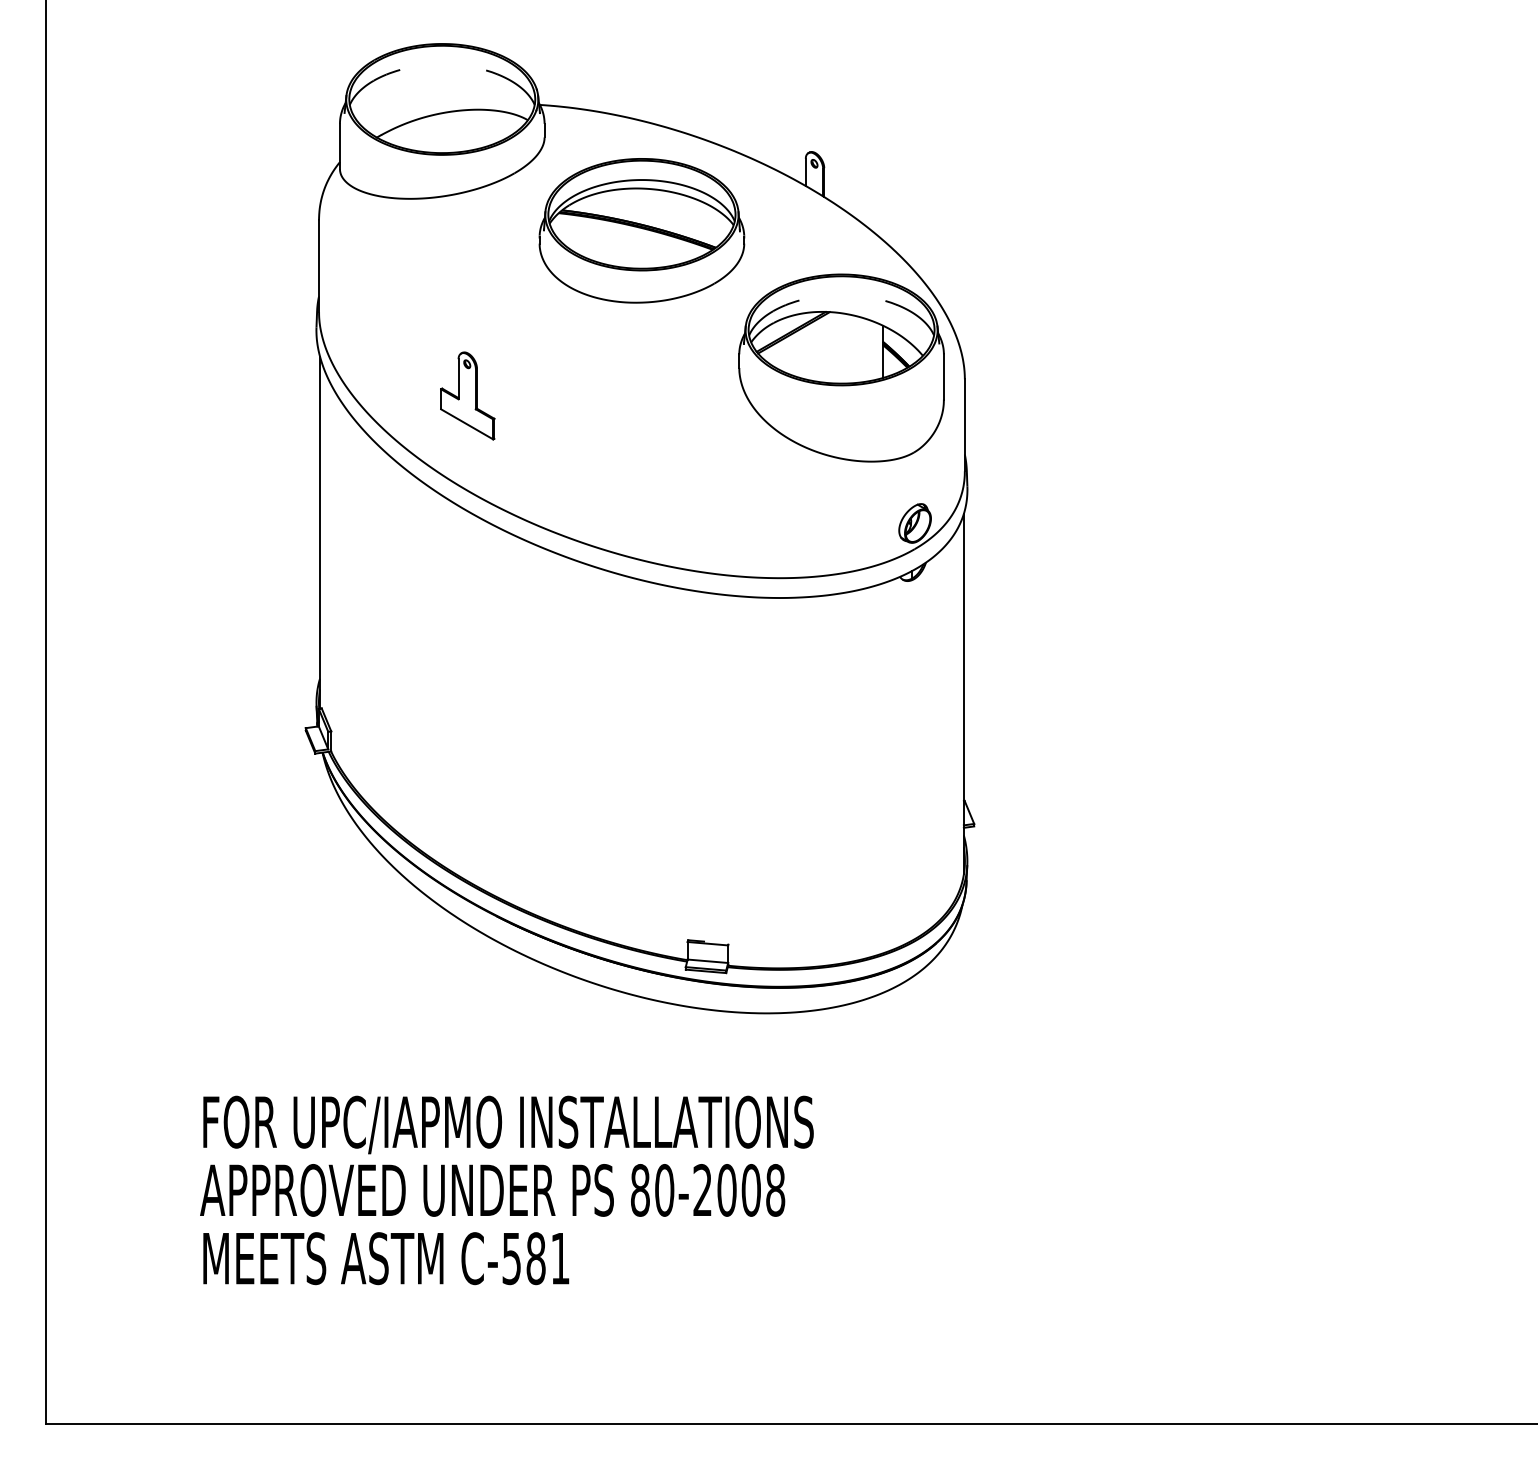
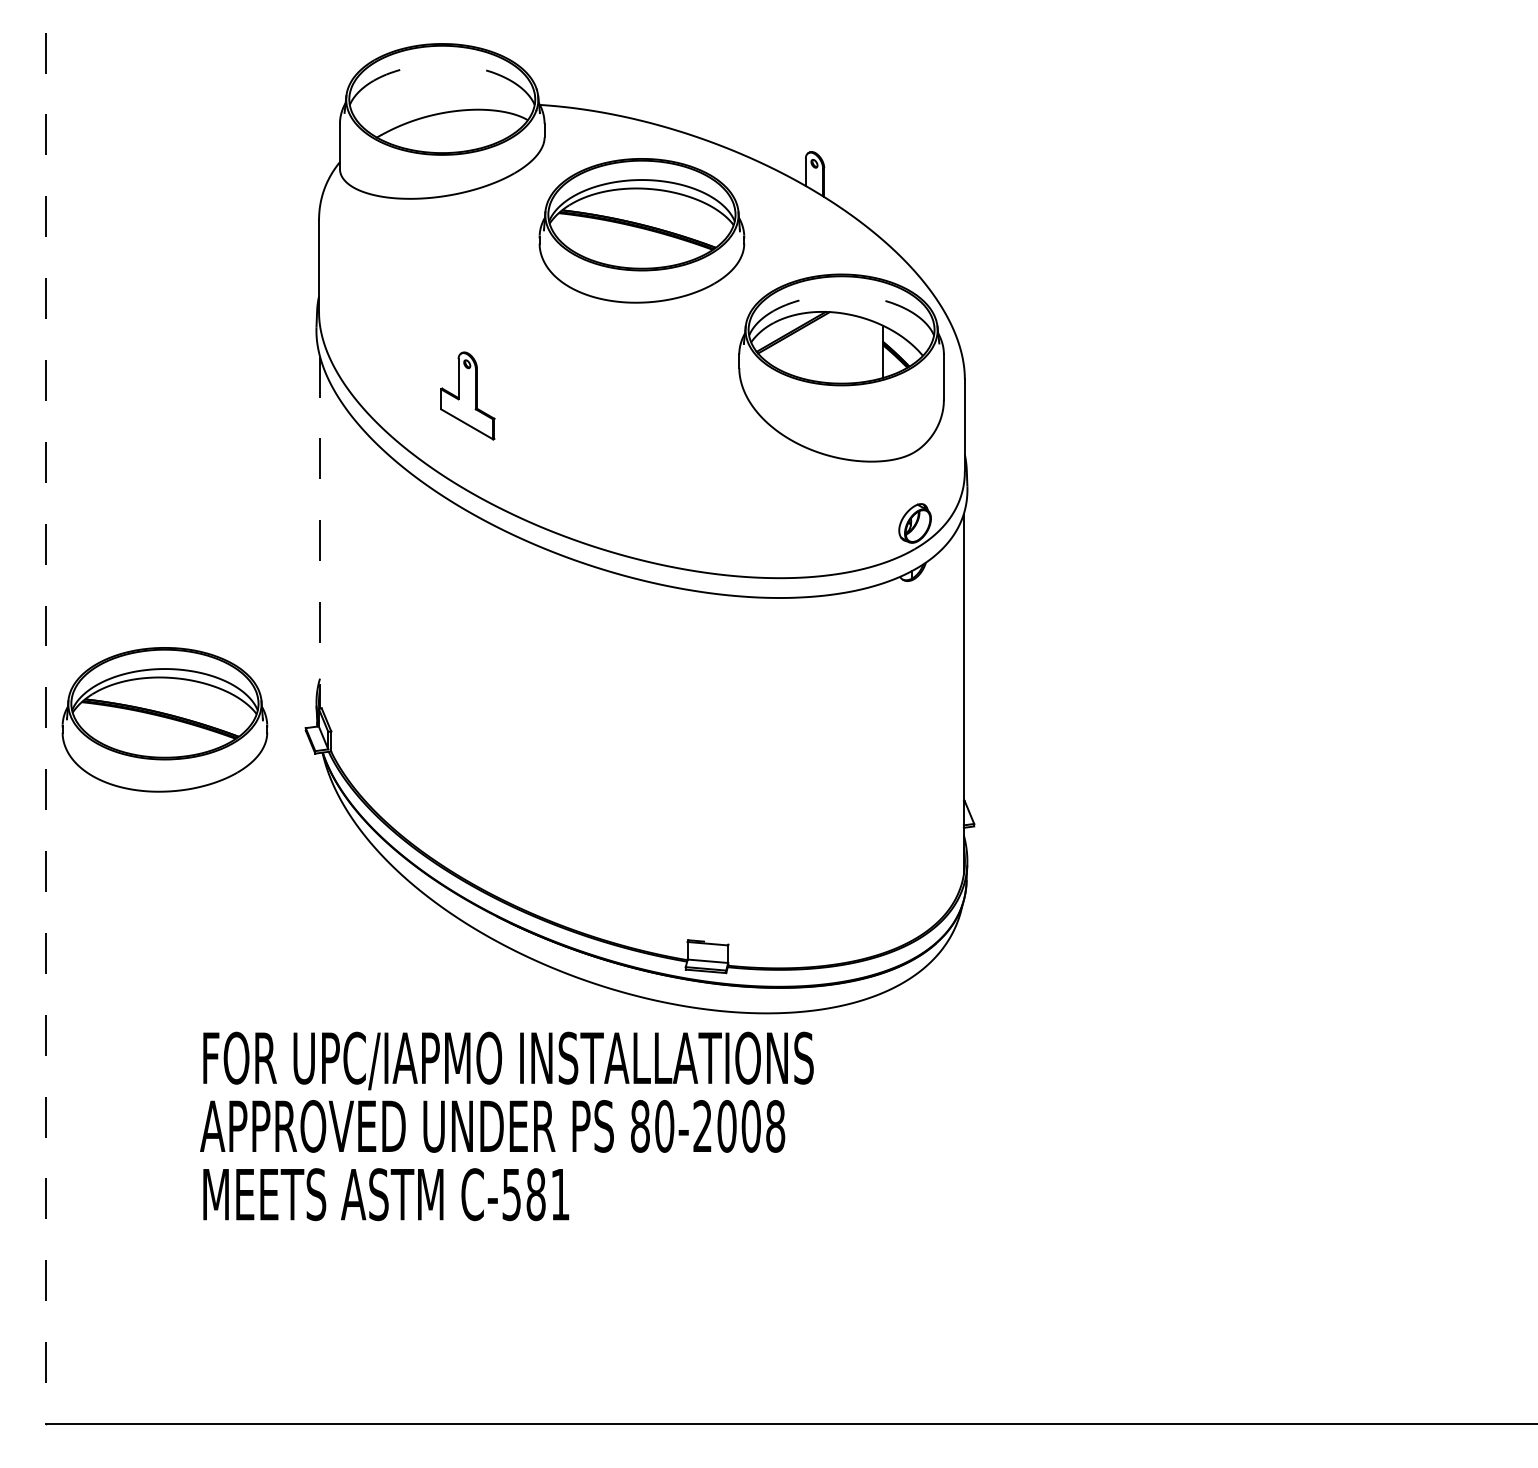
line at (320, 533): solid -> dashed
line at (46, 712): solid -> dashed
part at (164, 719): none -> present
text at (506, 1190) position: (506, 1190) -> (506, 1126)
